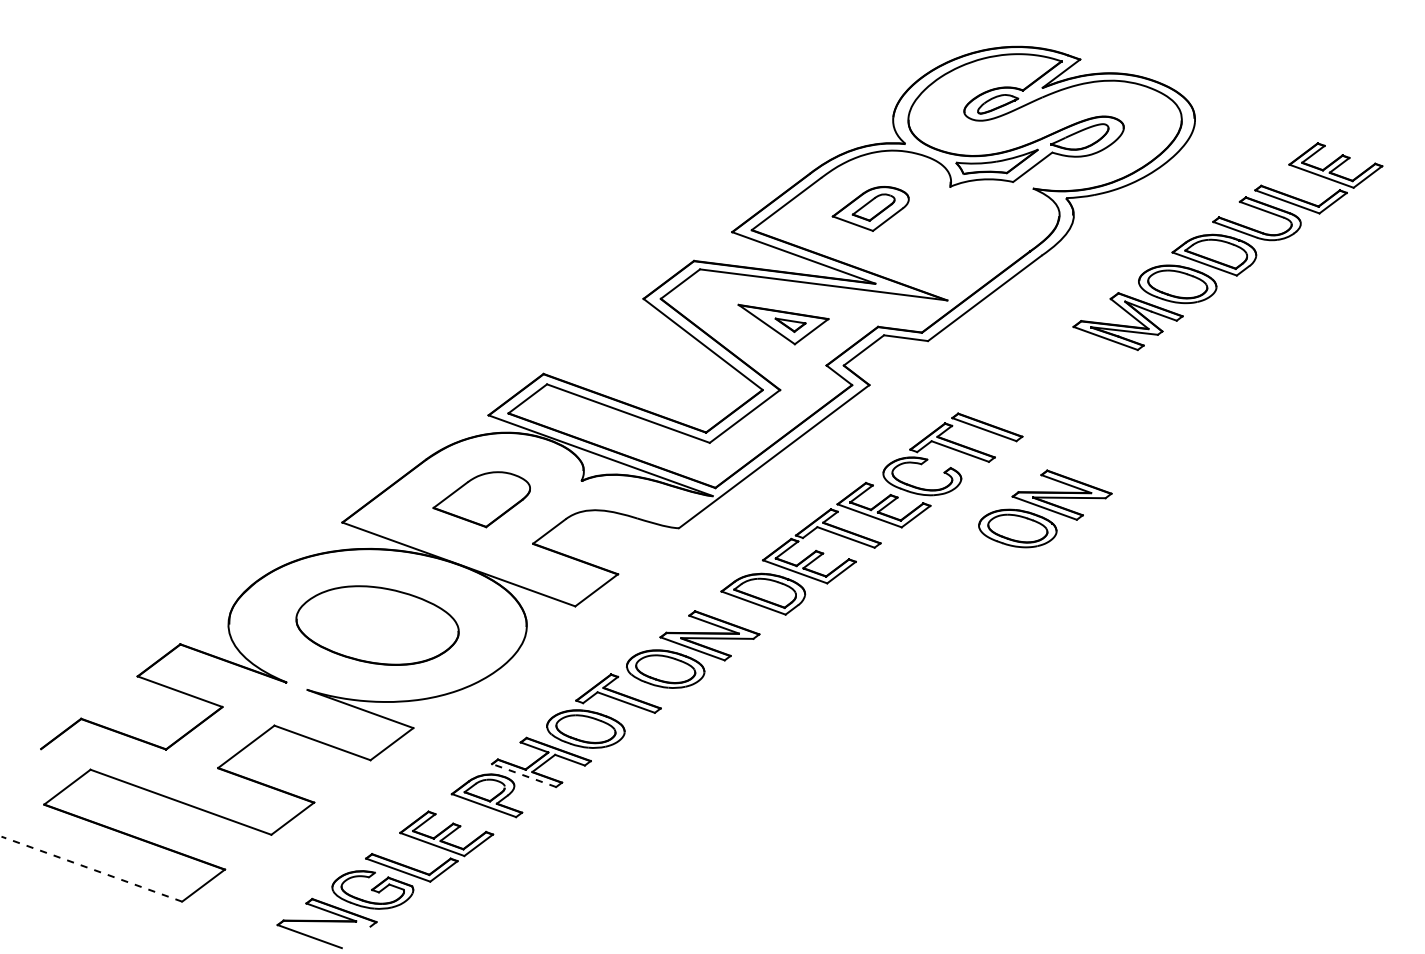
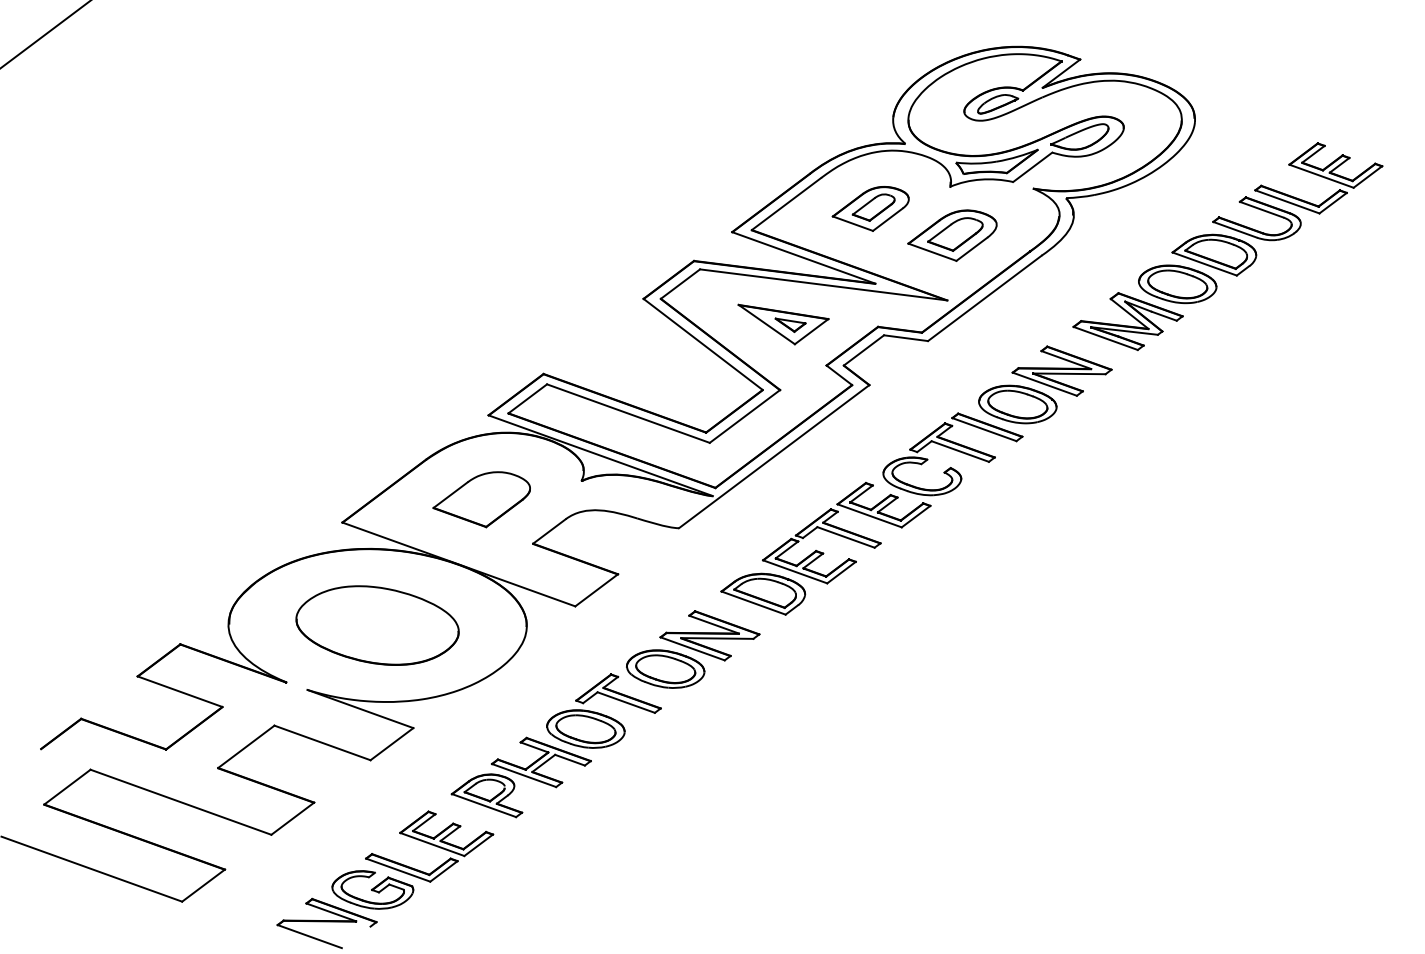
line at (45, 34): none -> present
part at (952, 235): none -> present
part at (1045, 508) position: (1045, 508) -> (1045, 384)
line at (523, 775): dashed -> solid
line at (91, 869): dashed -> solid
